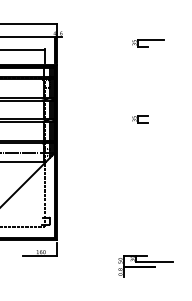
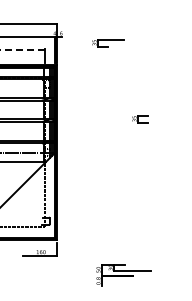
part at (148, 43) position: (148, 43) -> (108, 43)
line at (22, 49): solid -> dashed
part at (145, 266) position: (145, 266) -> (123, 275)
